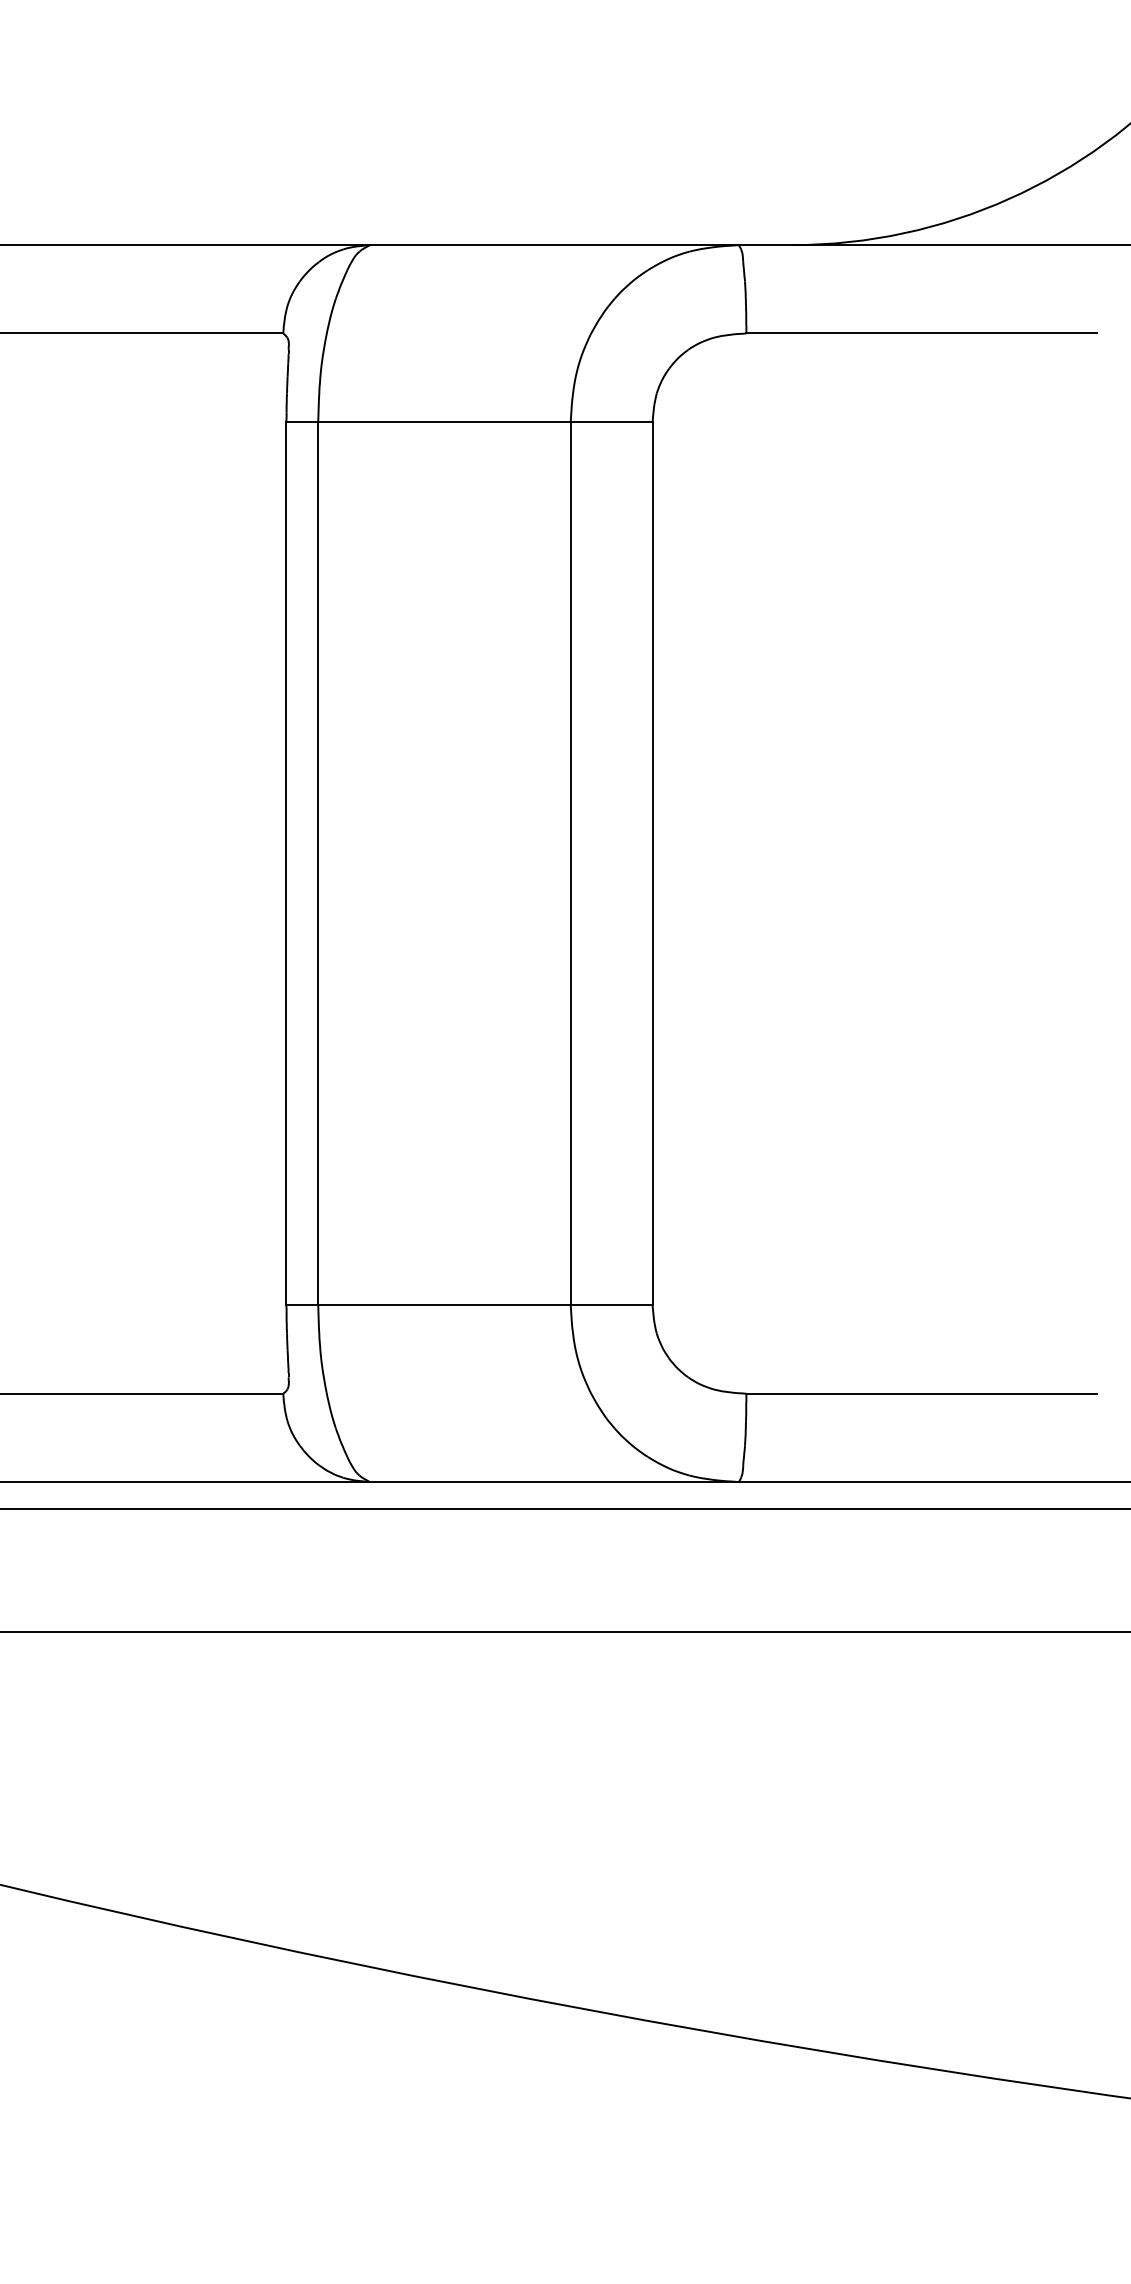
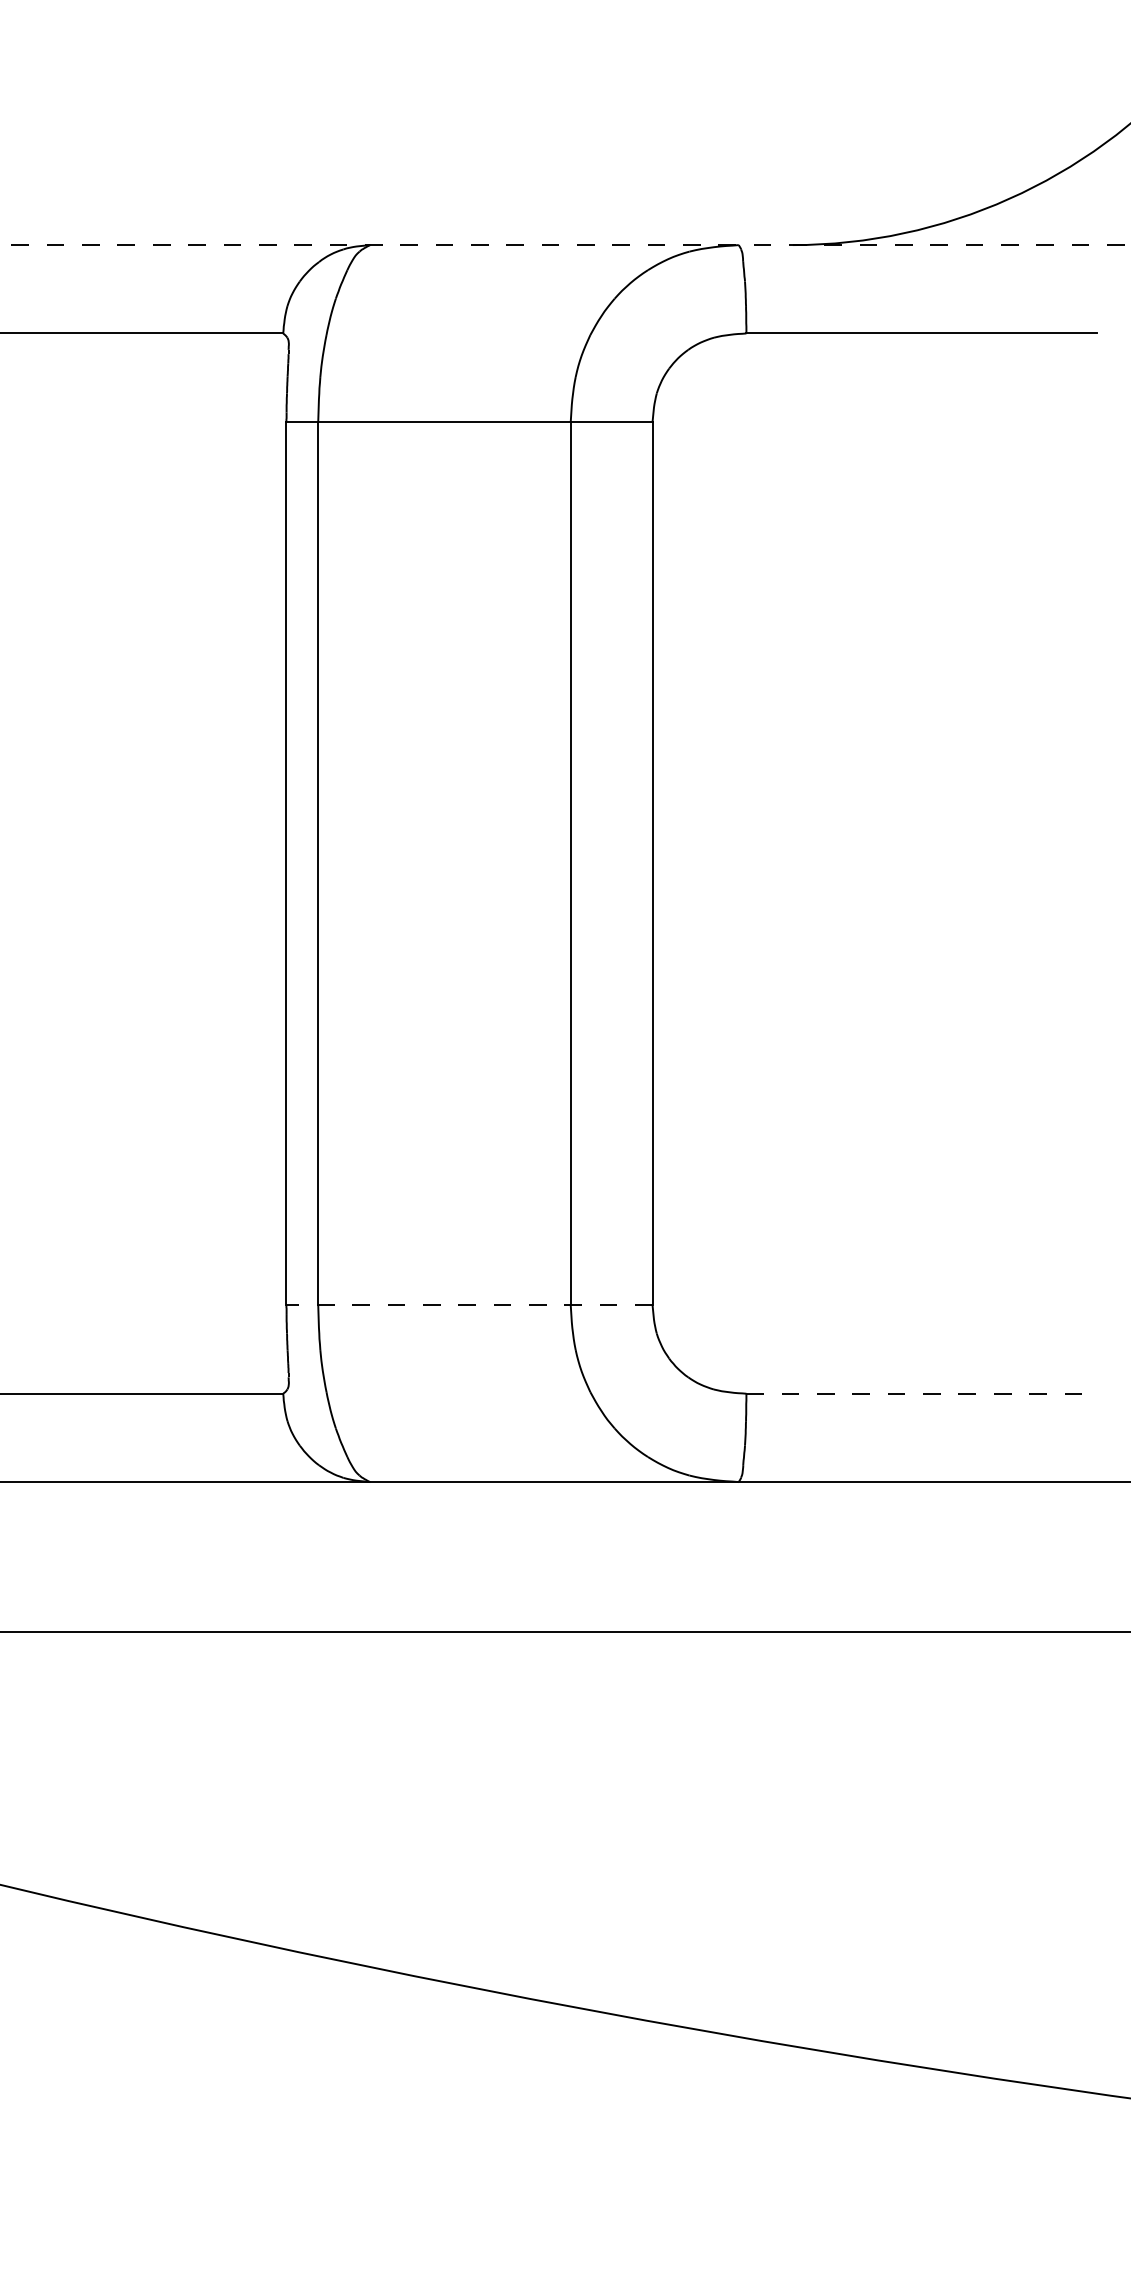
line at (564, 245): solid -> dashed
line at (469, 1305): solid -> dashed
line at (922, 1393): solid -> dashed
line at (564, 1508): present -> none
